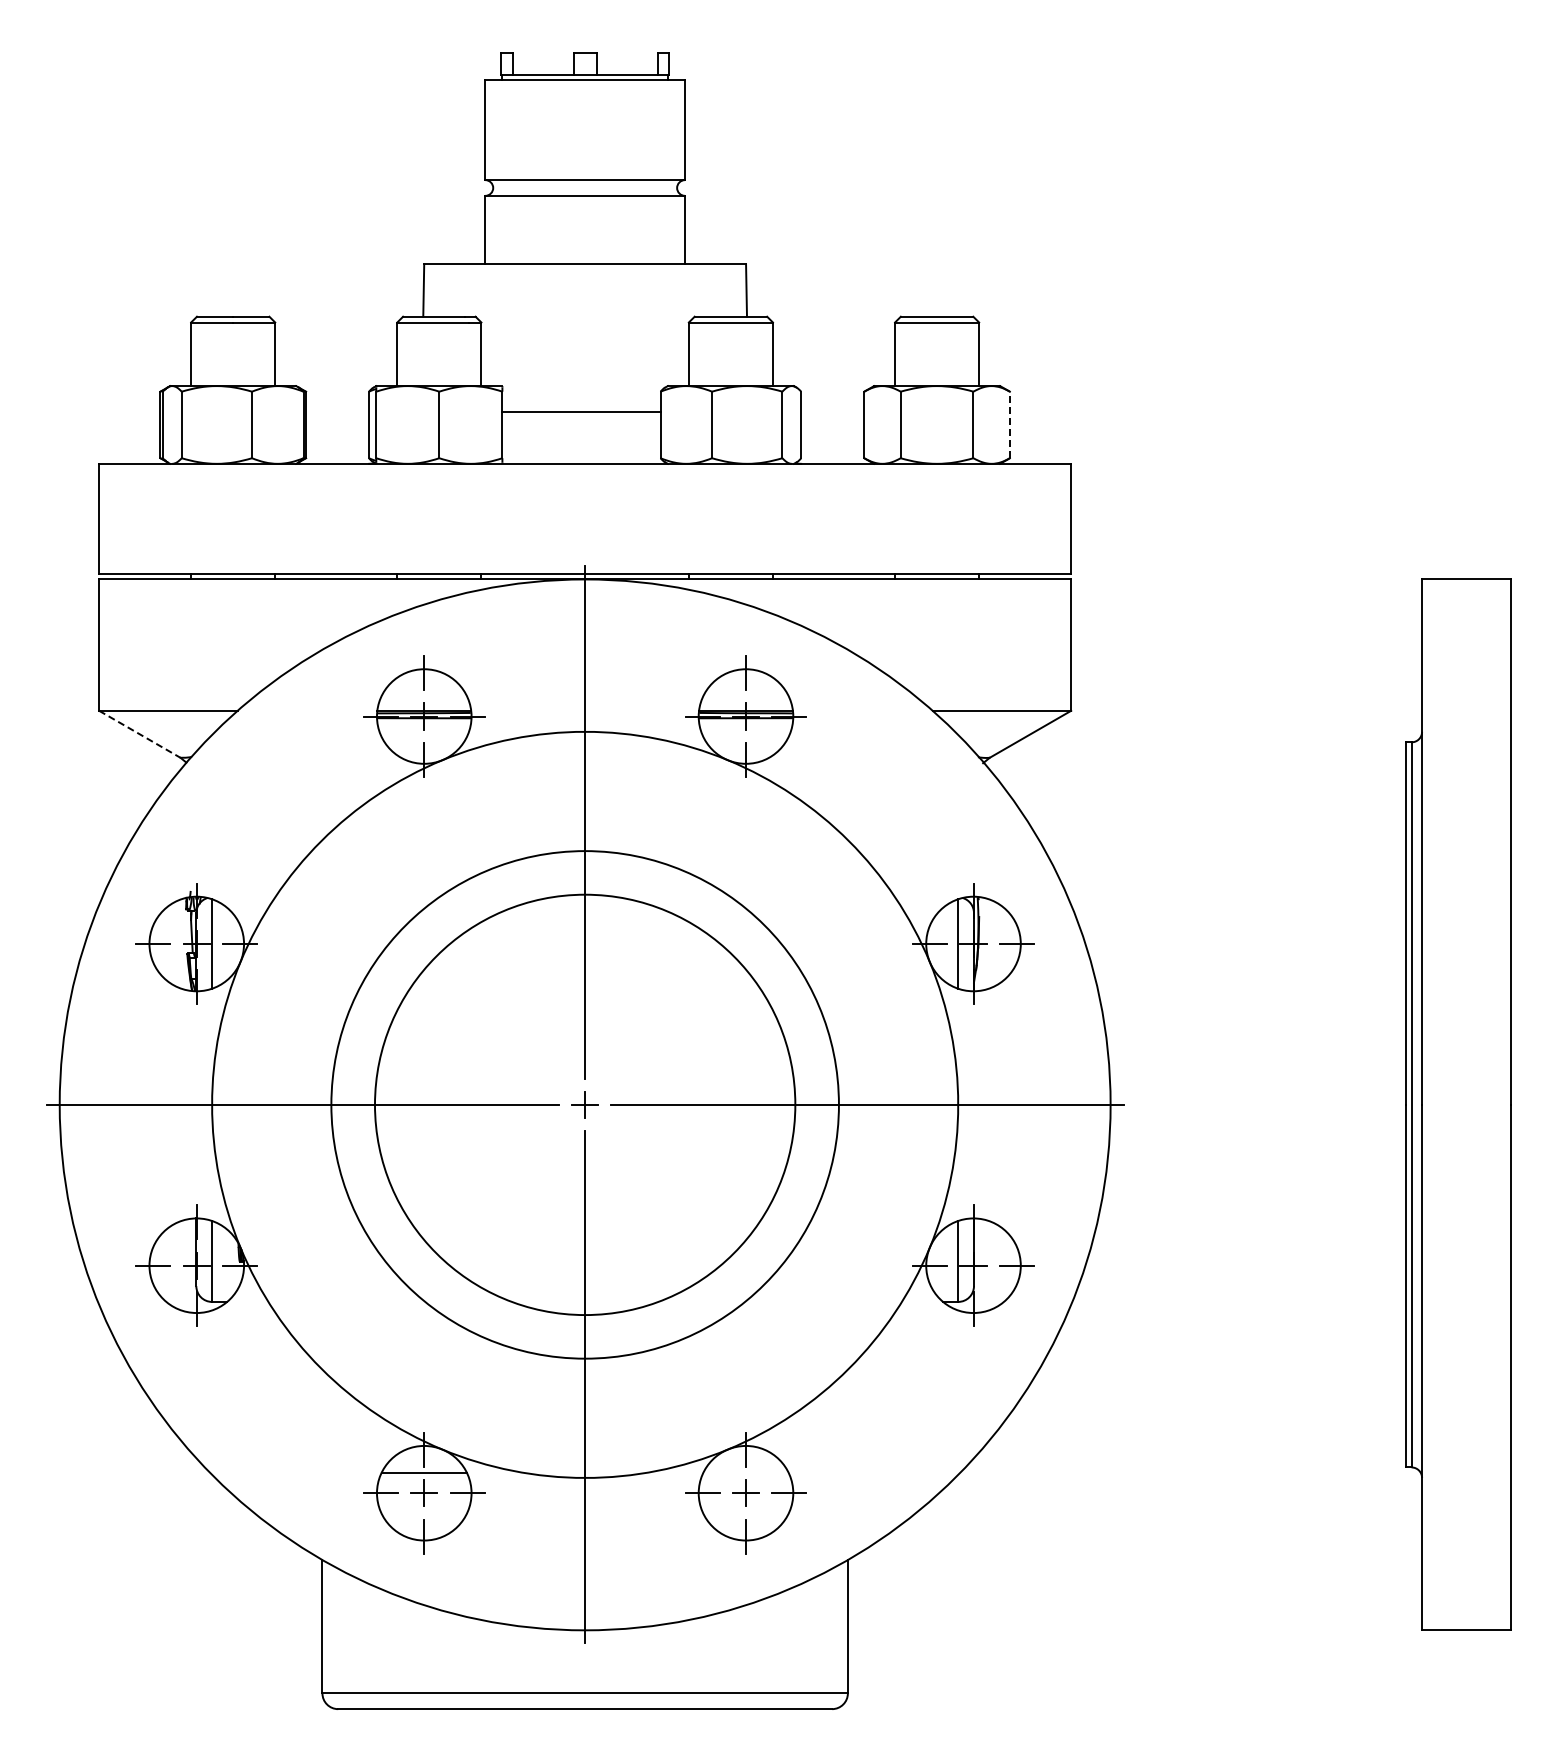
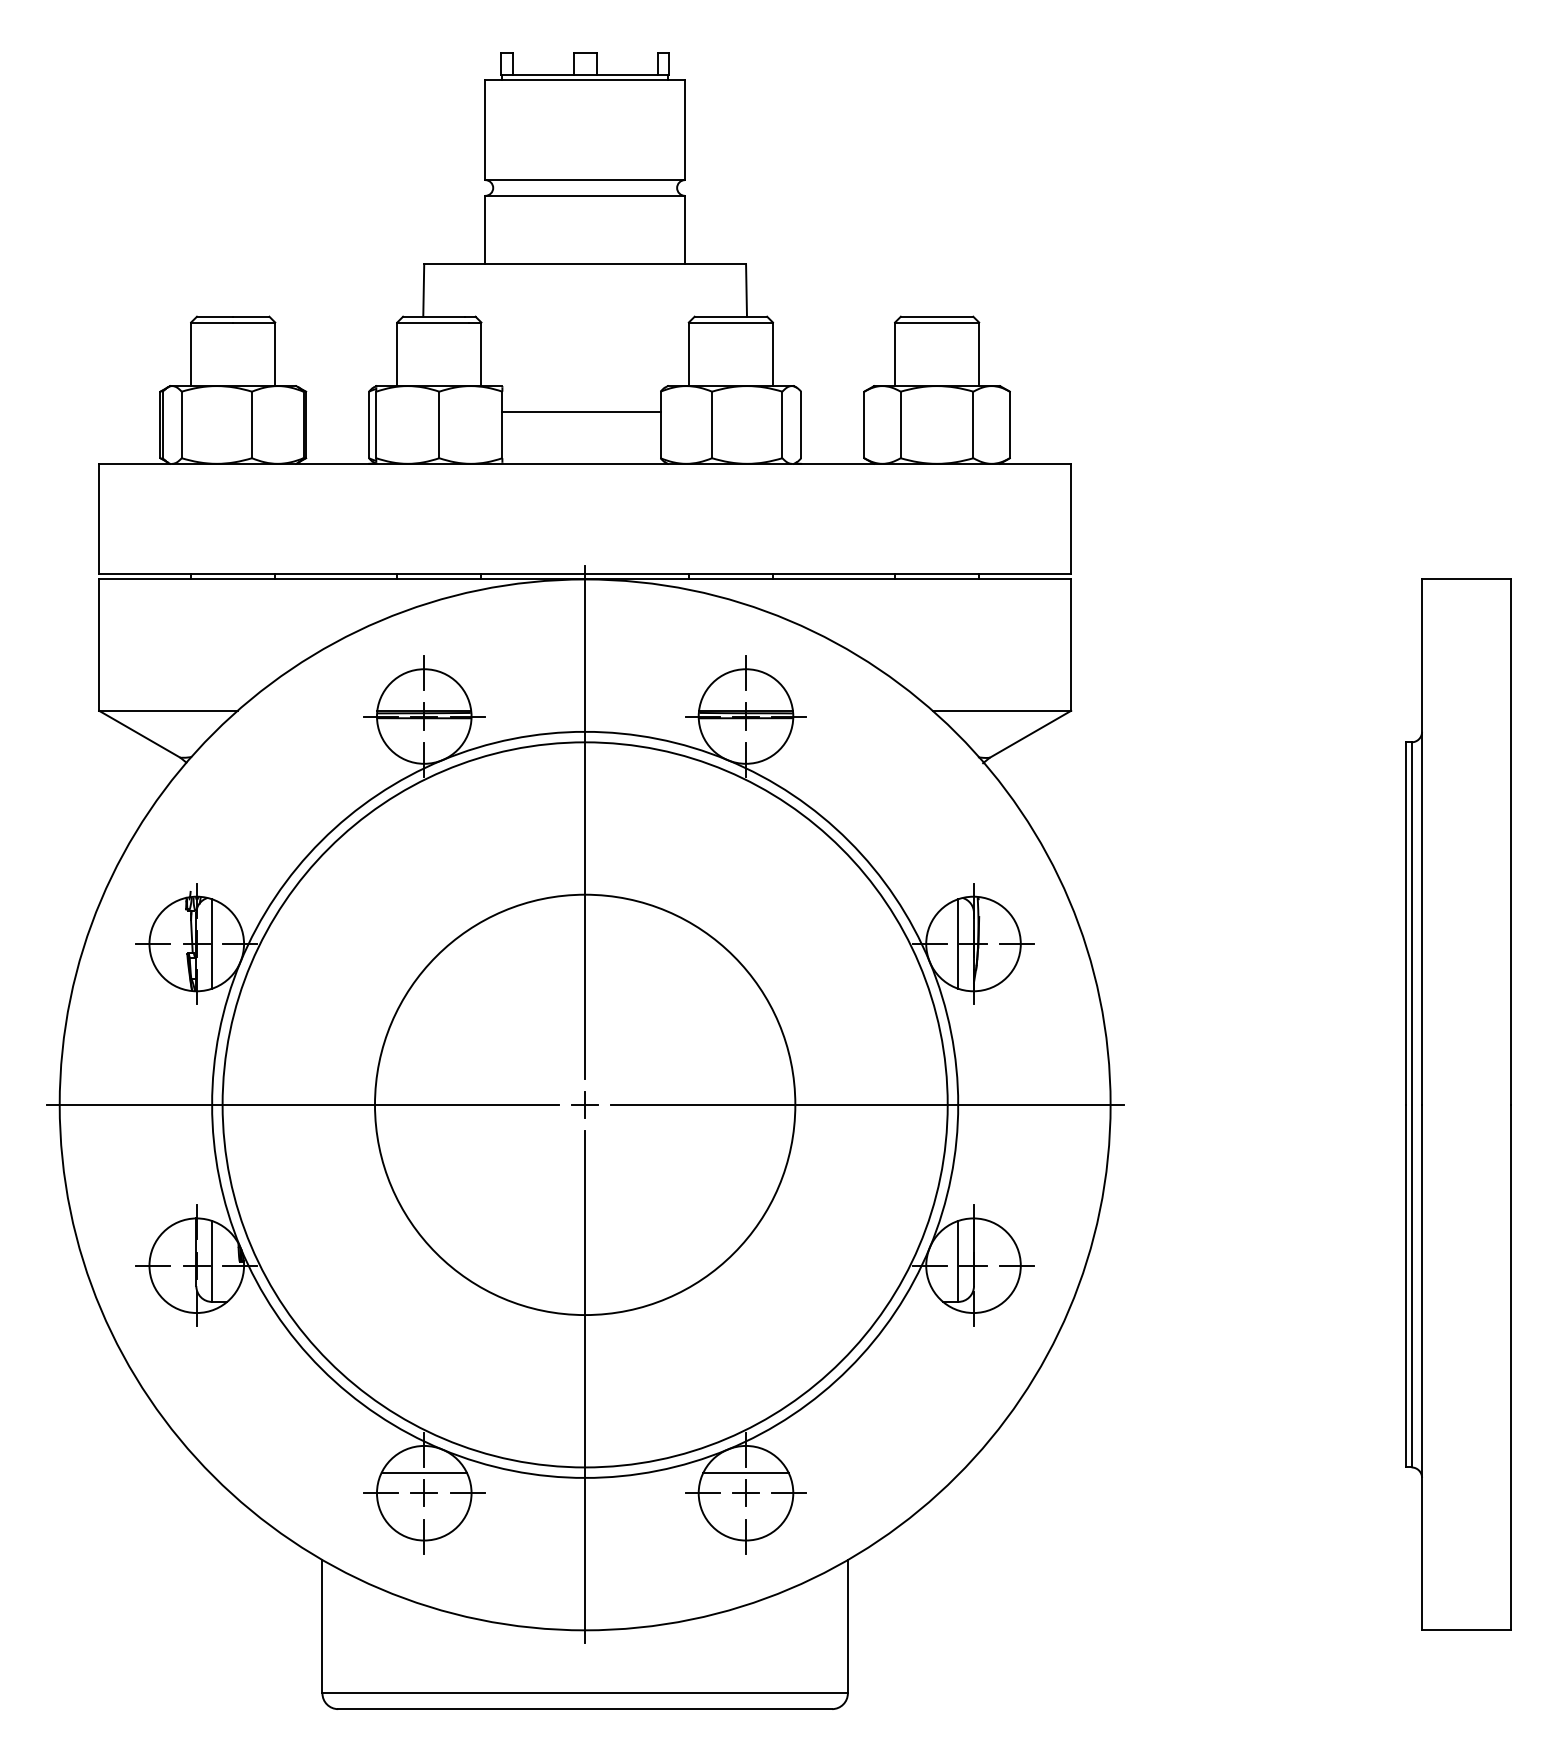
line at (1009, 424): dashed -> solid
line at (140, 734): dashed -> solid
circle at (584, 1104) diameter: 508 px -> 725 px
line at (745, 1472): none -> present
